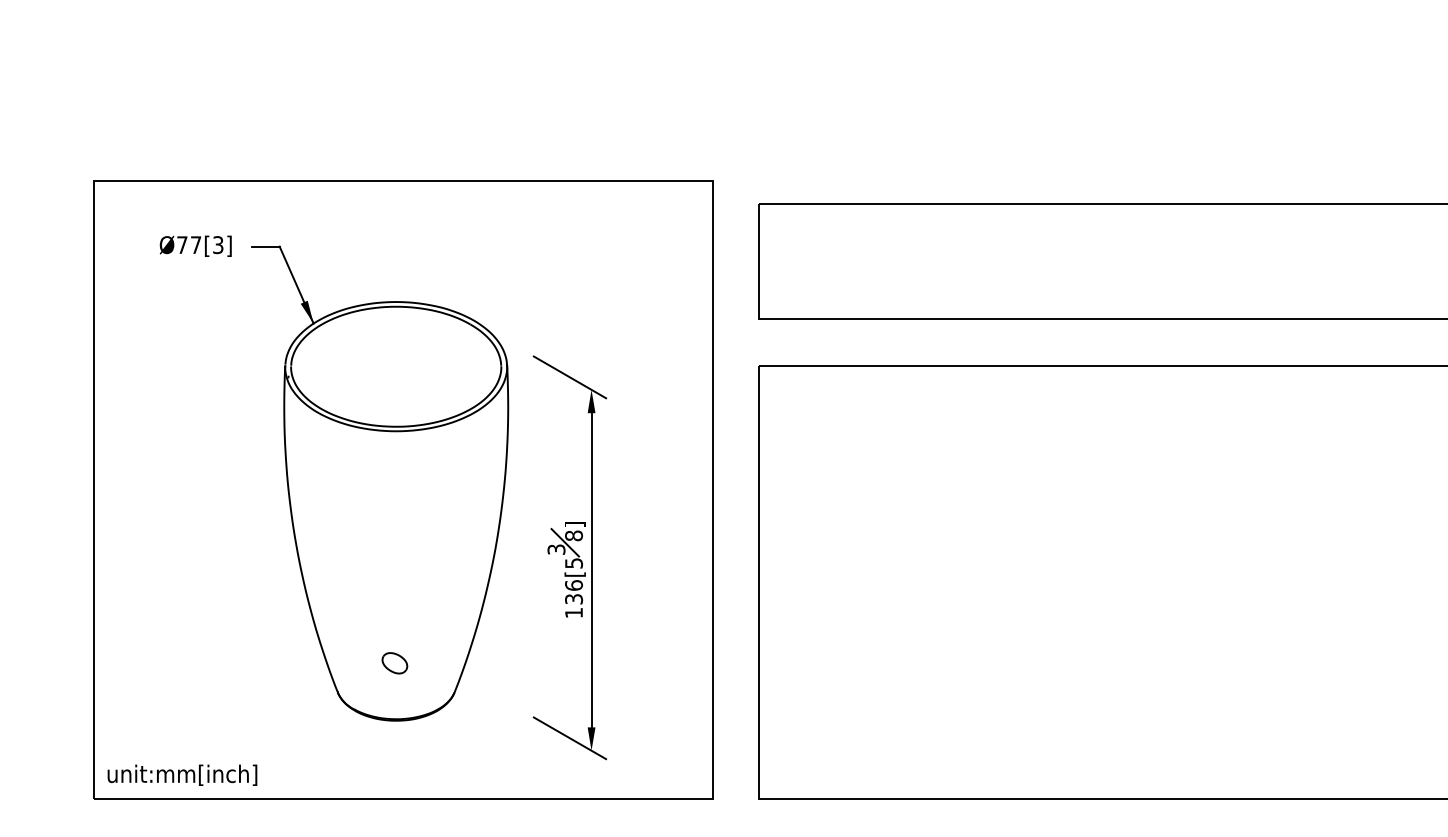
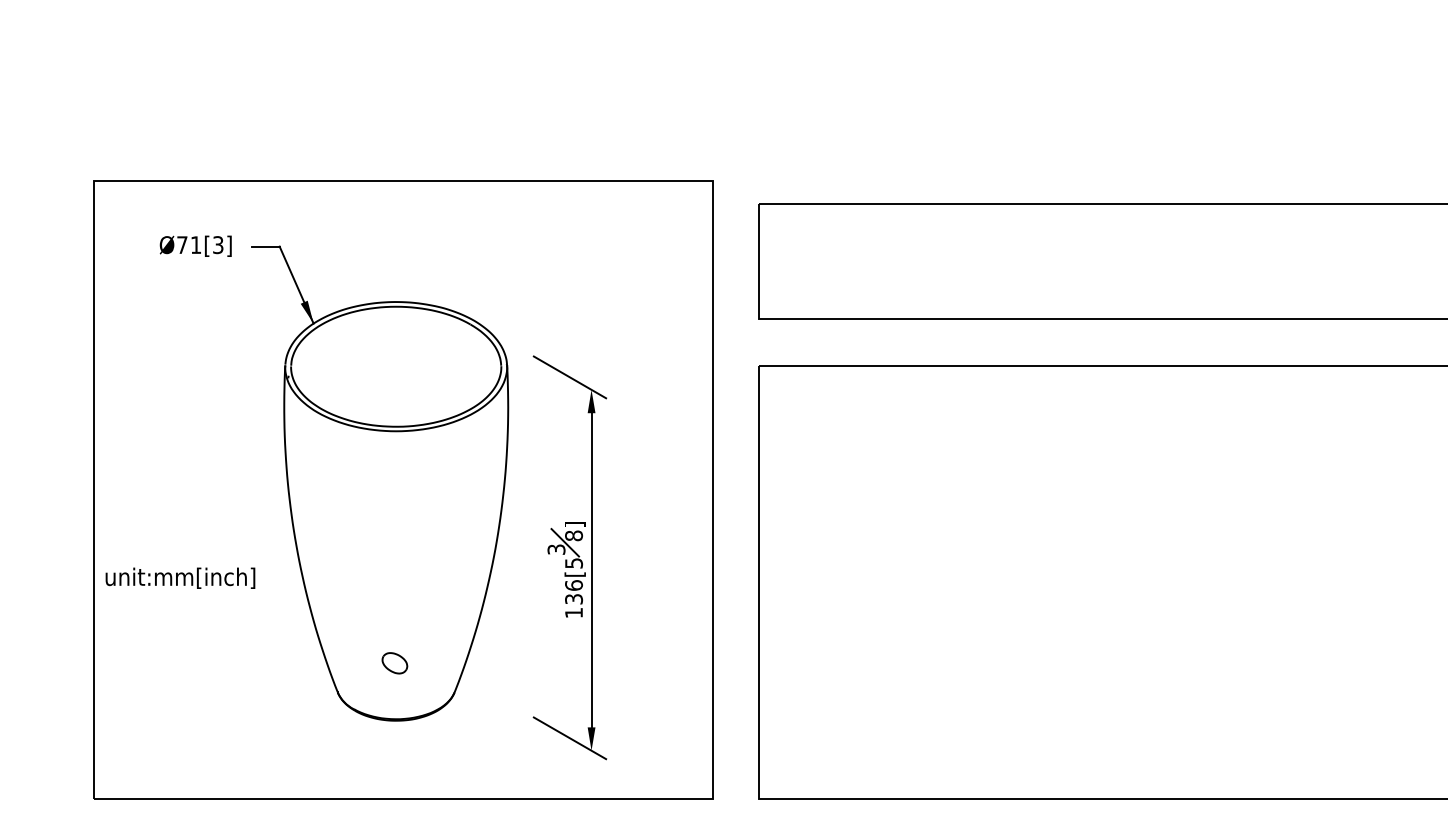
text at (196, 244): Ø77[3] -> Ø71[3]
text at (182, 774) position: (182, 774) -> (180, 577)
